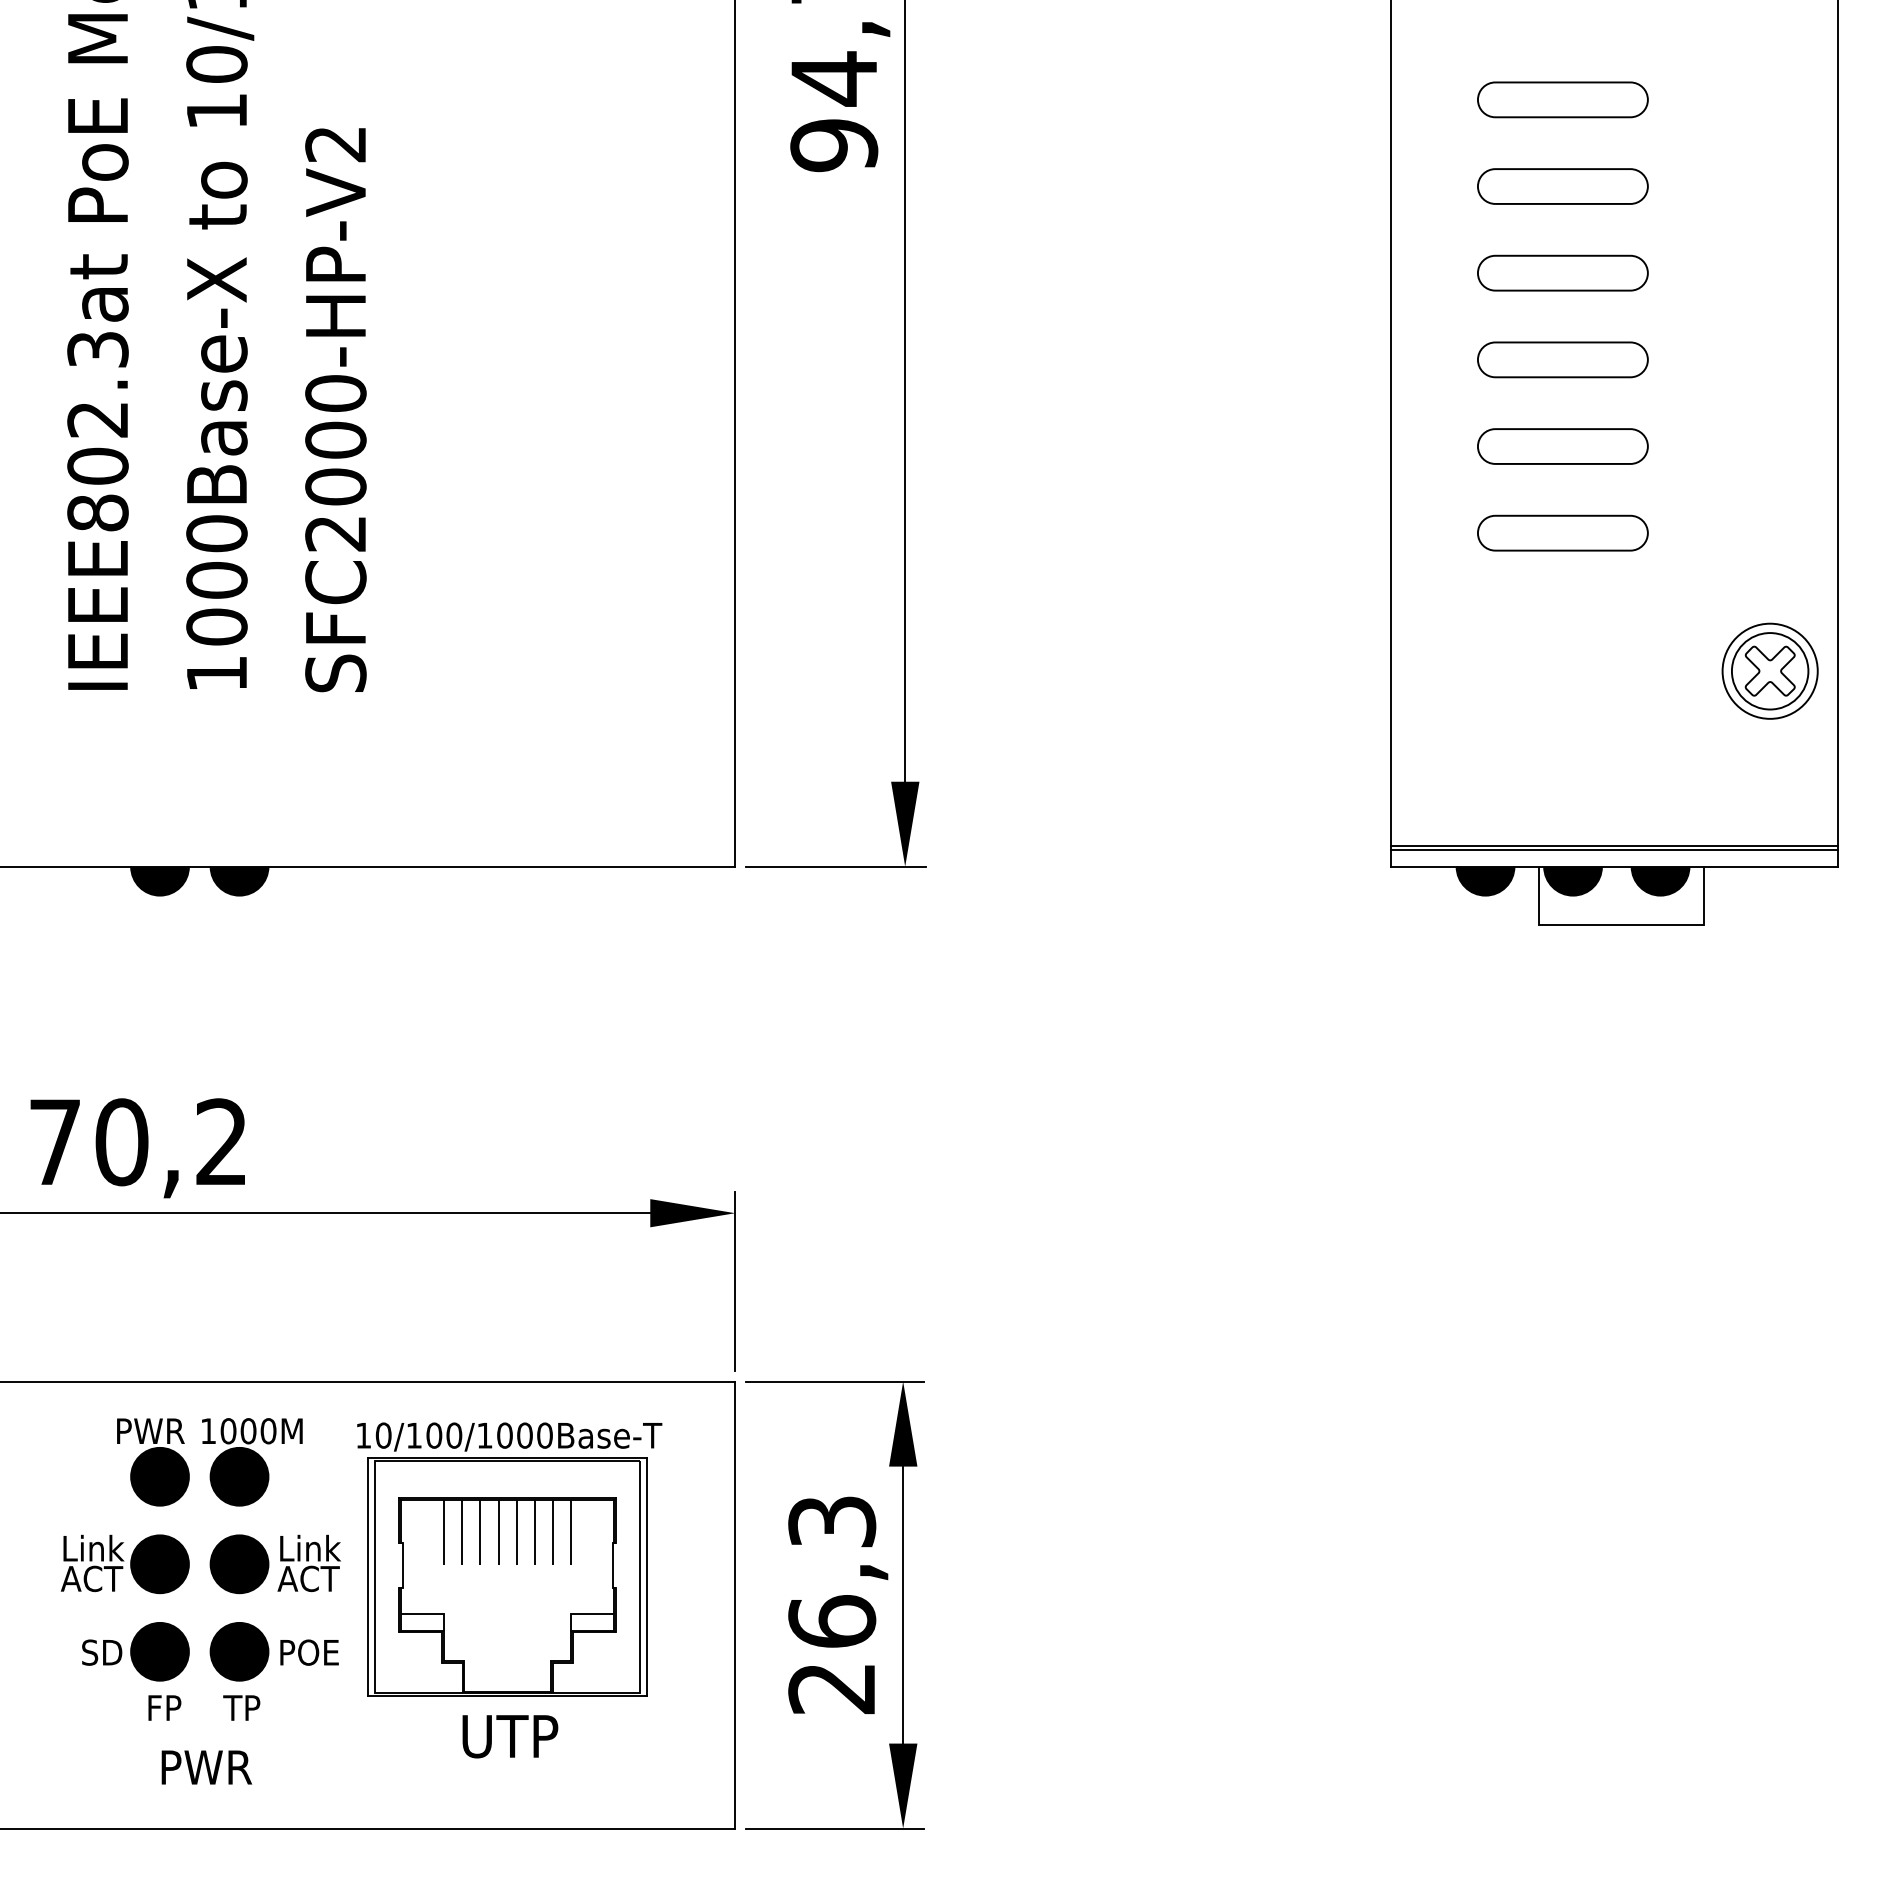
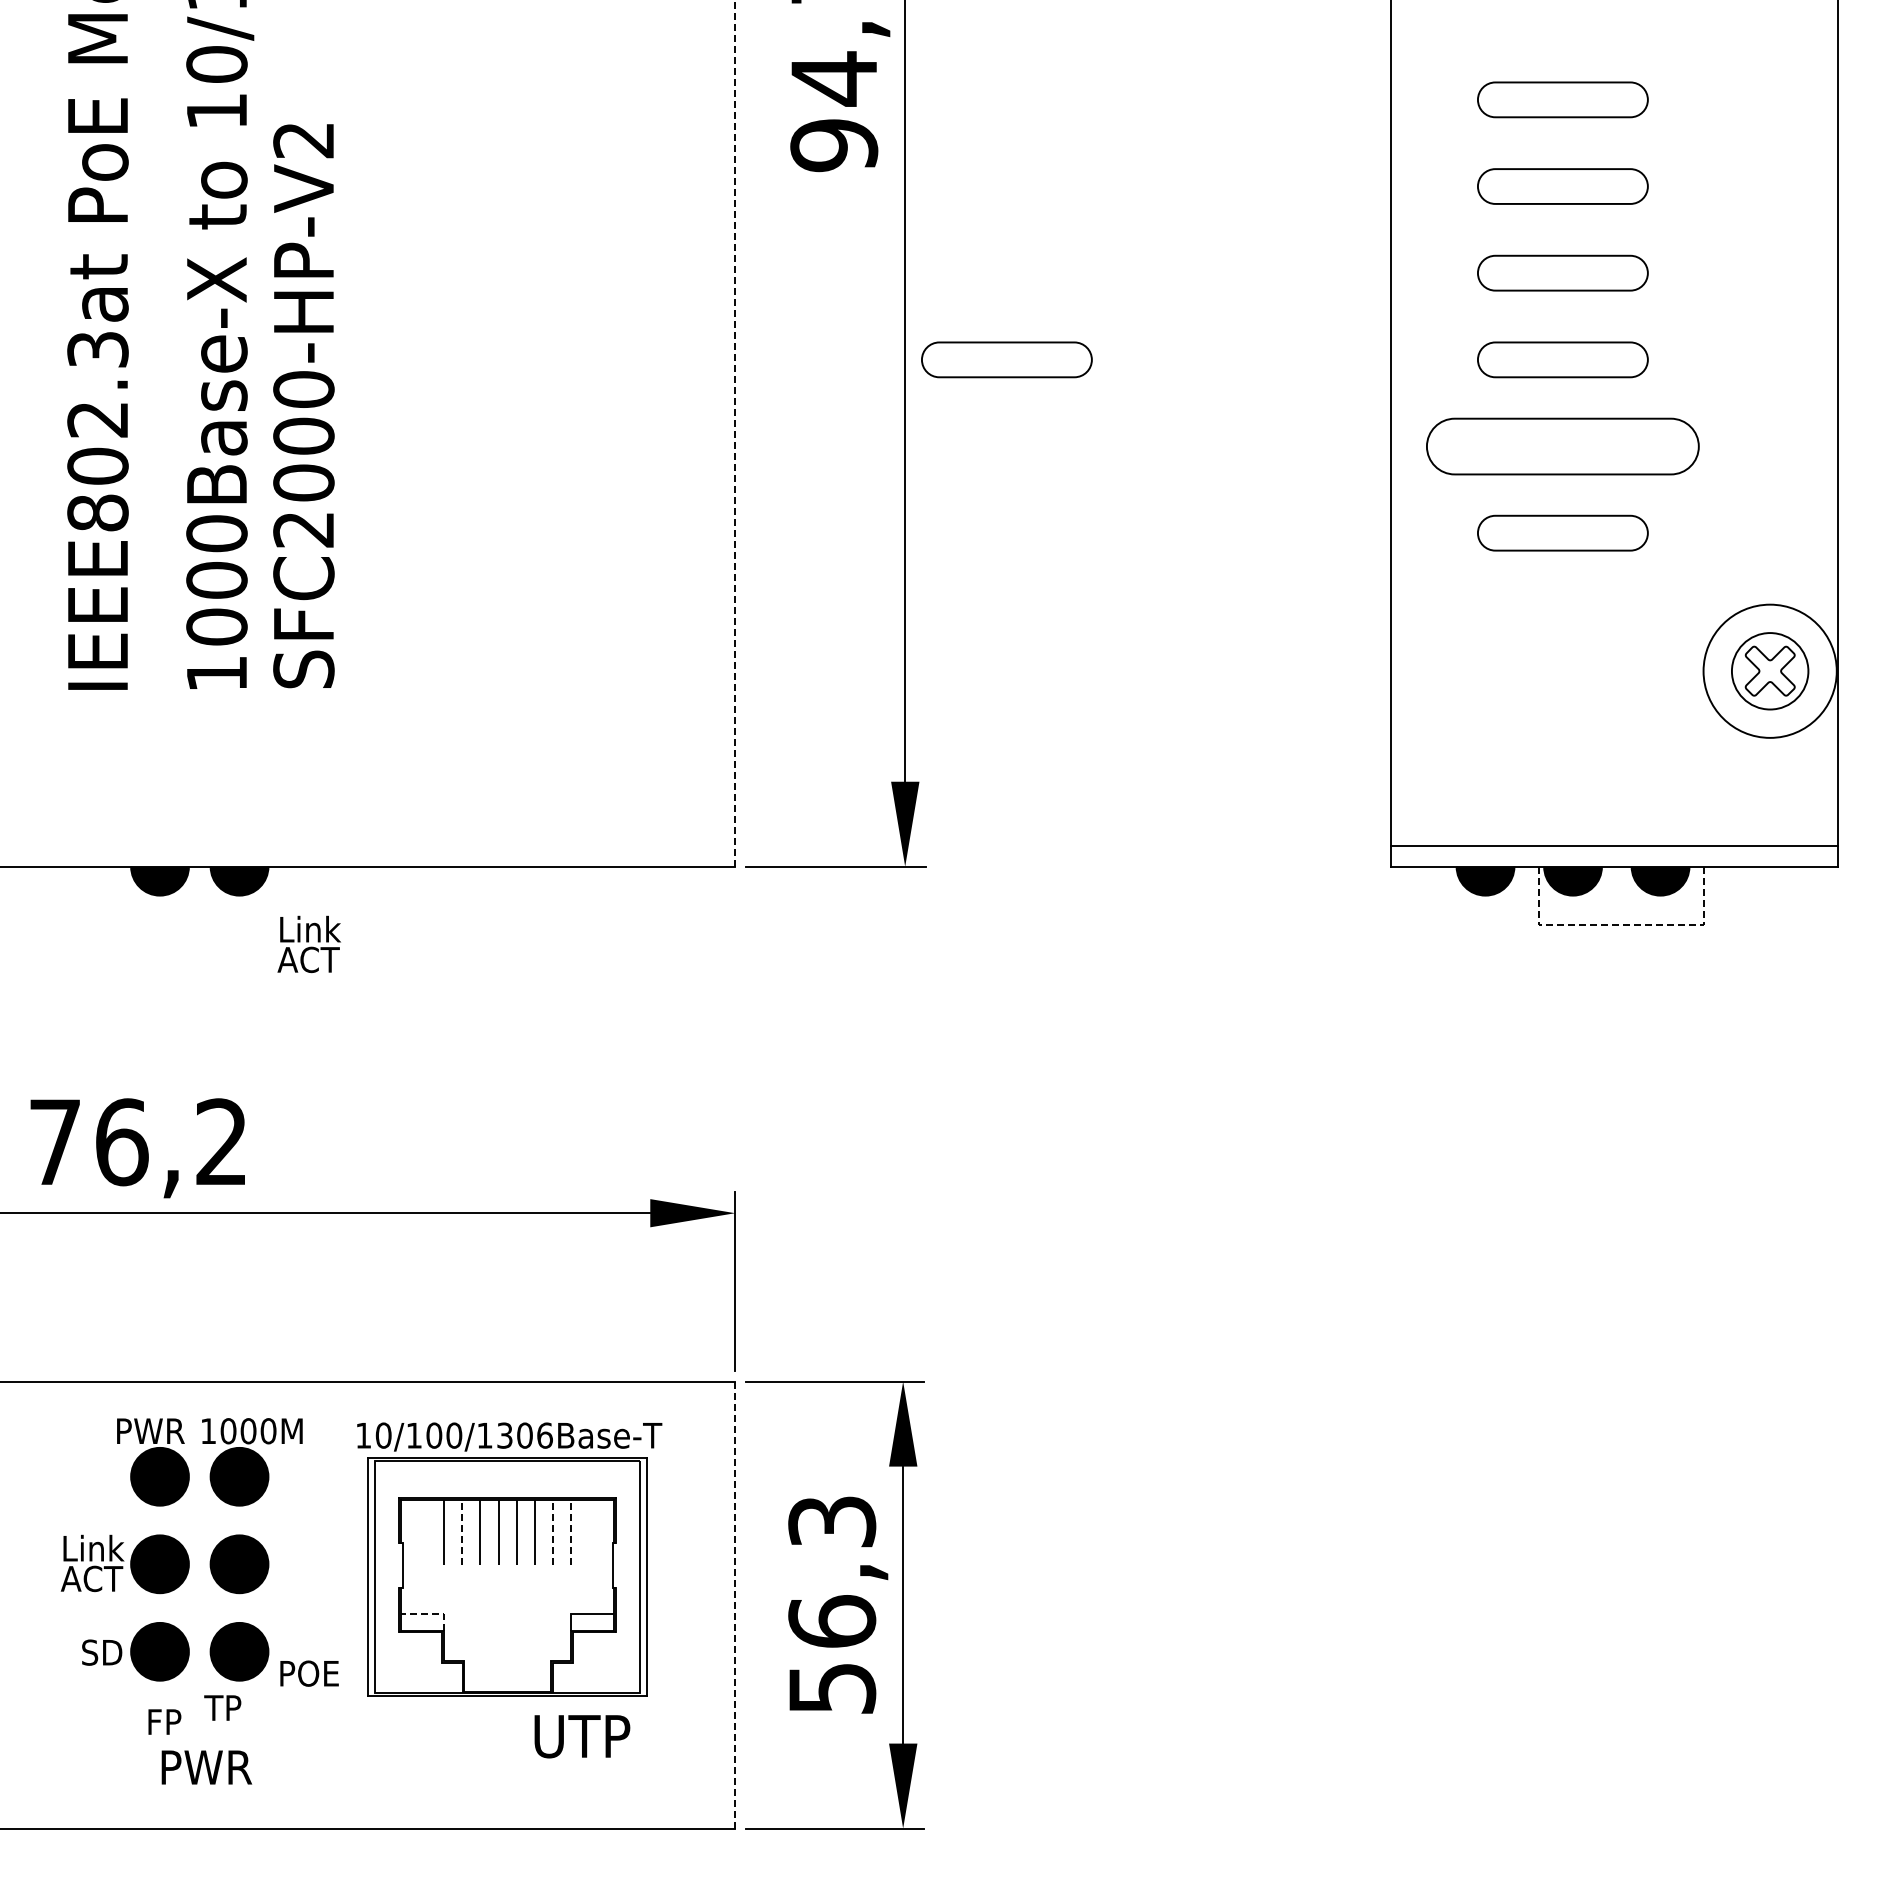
part at (1006, 359): none -> present
text at (335, 410) position: (335, 410) -> (303, 406)
line at (735, 432): solid -> dashed
part at (1562, 446) size: 172x37 px -> 274x59 px
circle at (1769, 670) diameter: 95 px -> 133 px
line at (1614, 849): present -> none
line at (1621, 925): solid -> dashed
text at (121, 1142): 70,2 -> 76,2
text at (524, 1435): 10/100/1000Base-T -> 10/100/1306Base-T
line at (462, 1532): solid -> dashed
line at (553, 1532): solid -> dashed
line at (571, 1532): solid -> dashed
text at (308, 1563) position: (308, 1563) -> (308, 944)
line at (735, 1604): solid -> dashed
line at (430, 1613): solid -> dashed
text at (309, 1652) position: (309, 1652) -> (309, 1673)
text at (832, 1689): 26,3 -> 56,3
text at (164, 1707) position: (164, 1707) -> (164, 1721)
text at (241, 1707) position: (241, 1707) -> (222, 1707)
text at (510, 1736) position: (510, 1736) -> (582, 1736)
